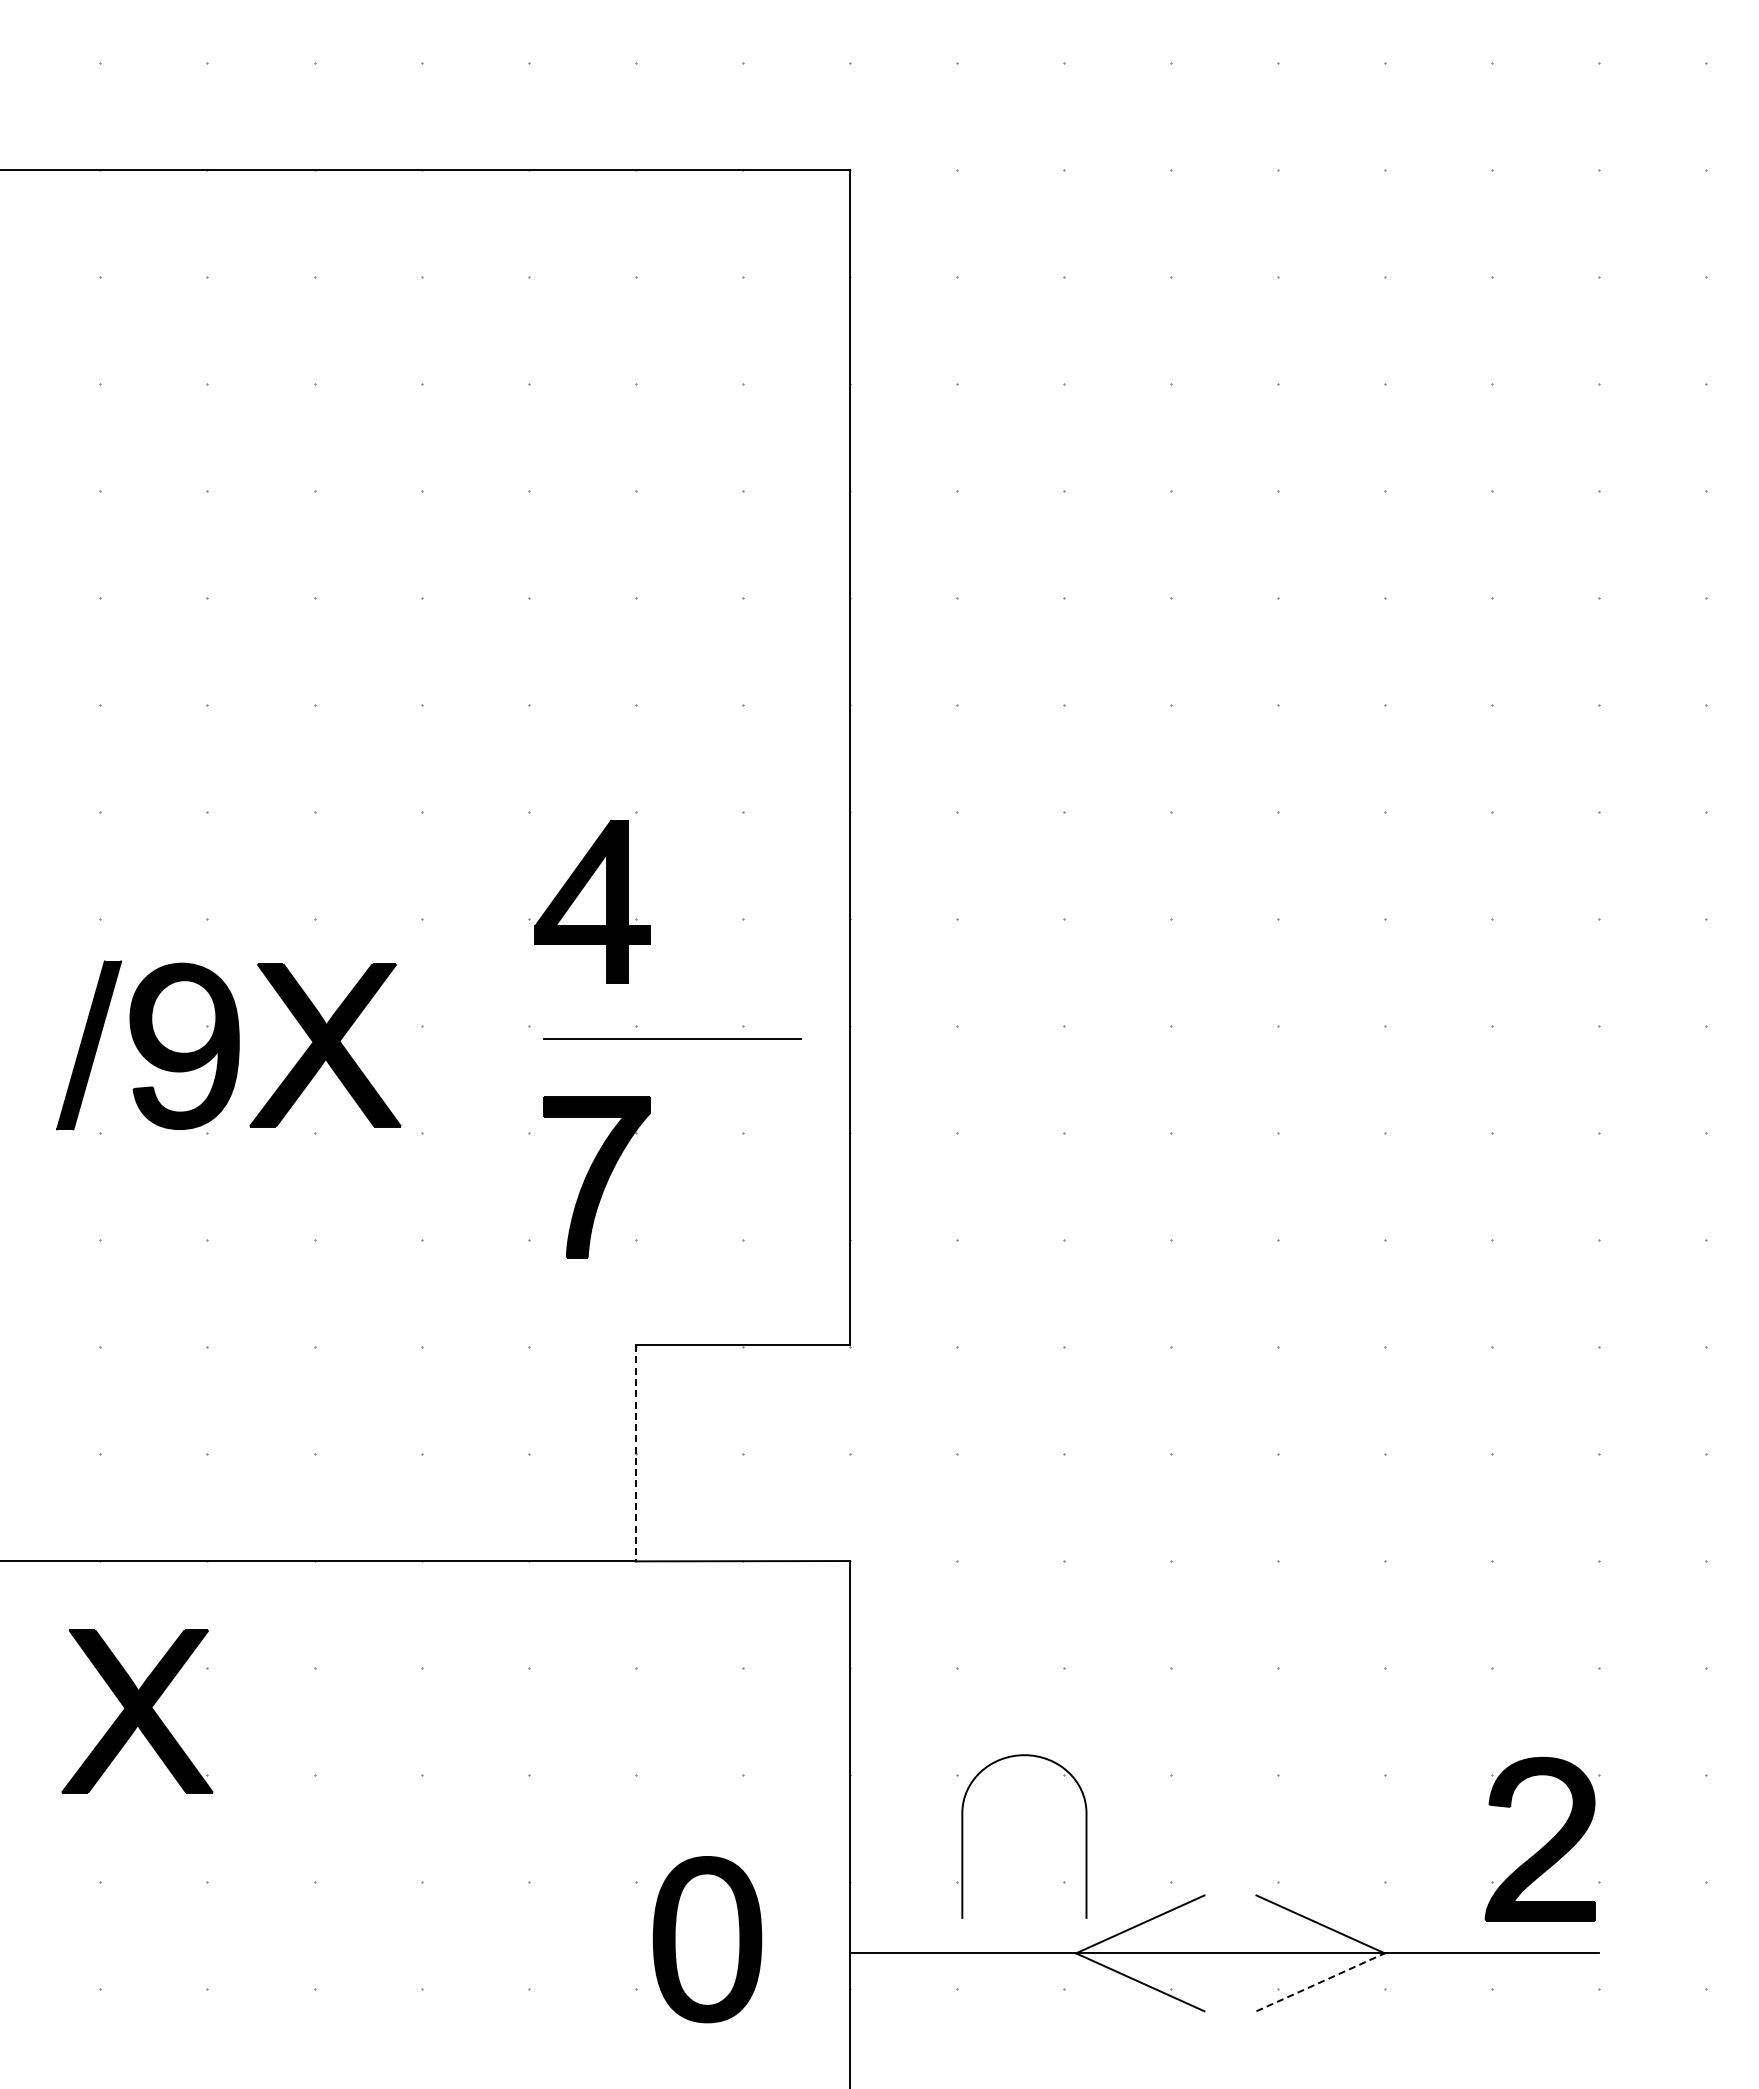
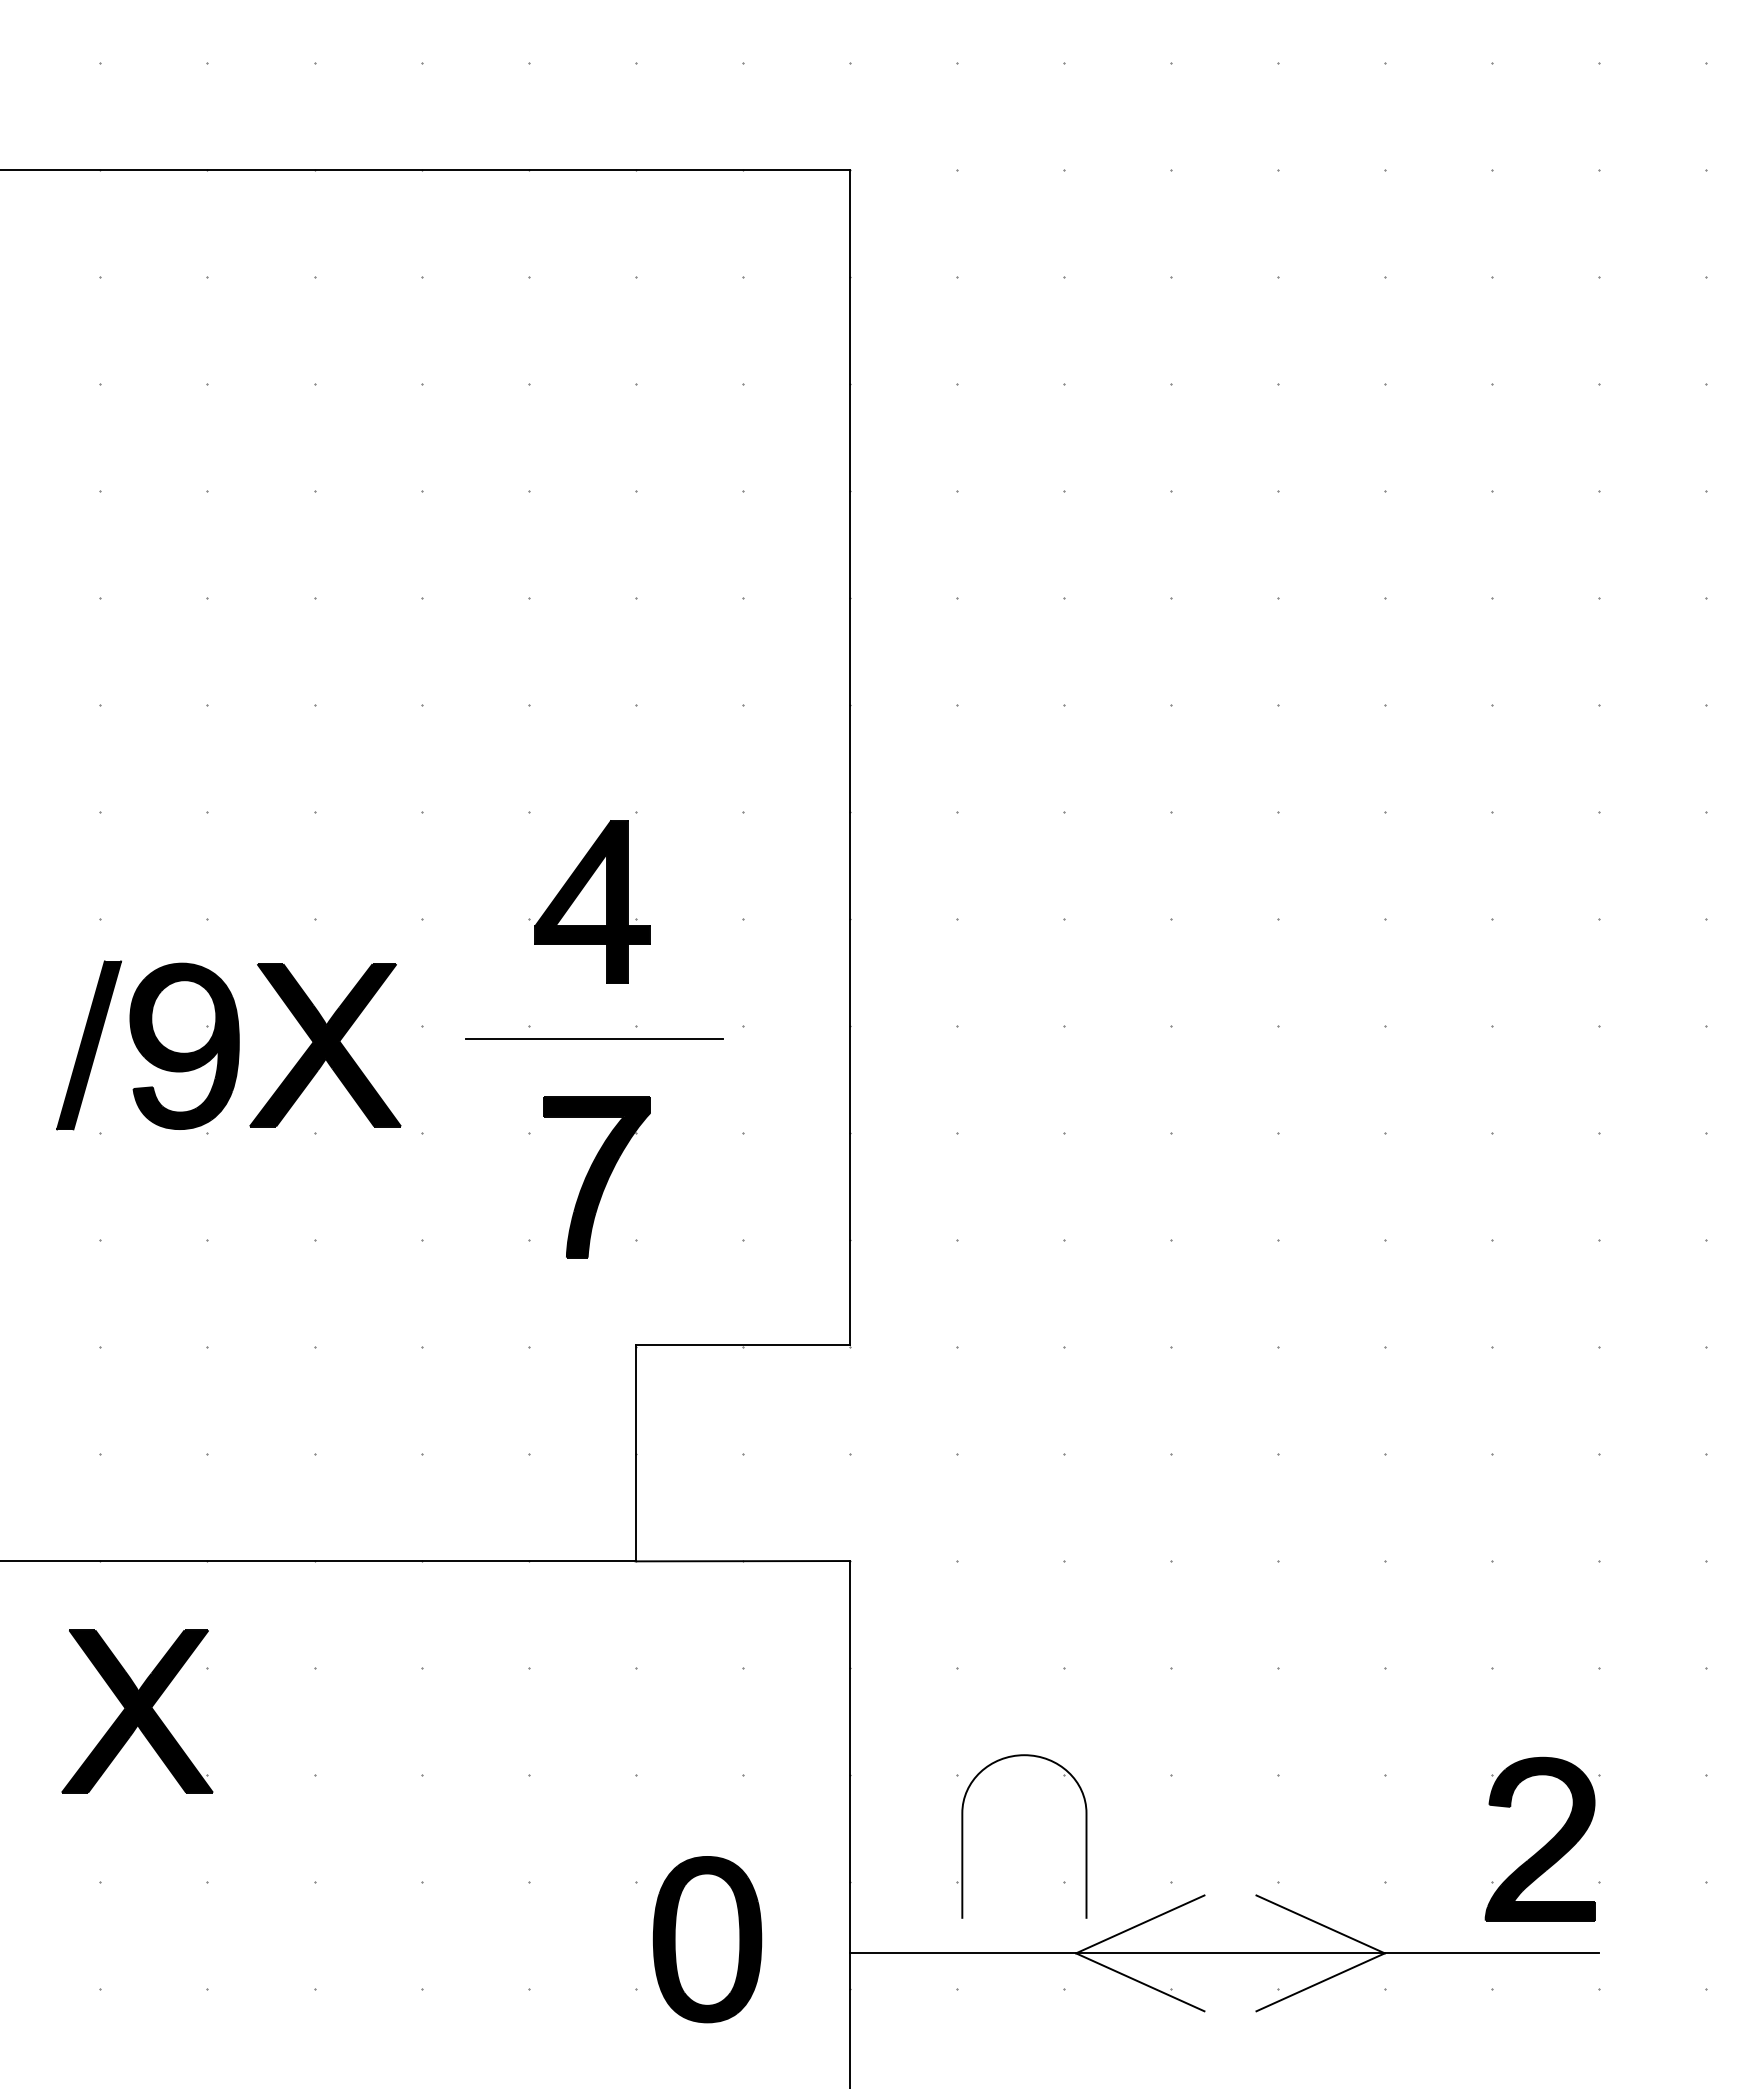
line at (672, 1038) position: (672, 1038) -> (594, 1038)
line at (635, 1453): dashed -> solid
line at (1321, 1982): dashed -> solid
